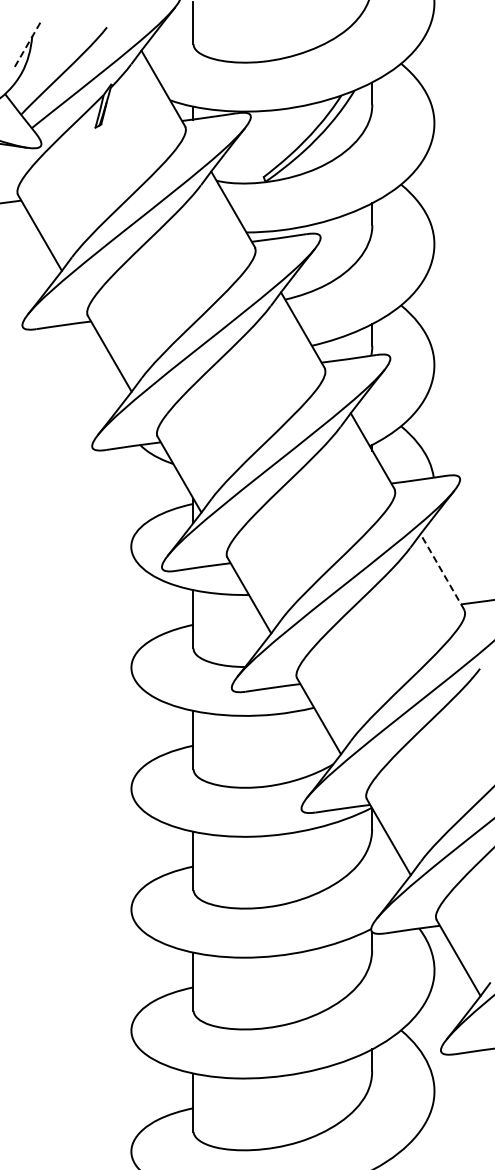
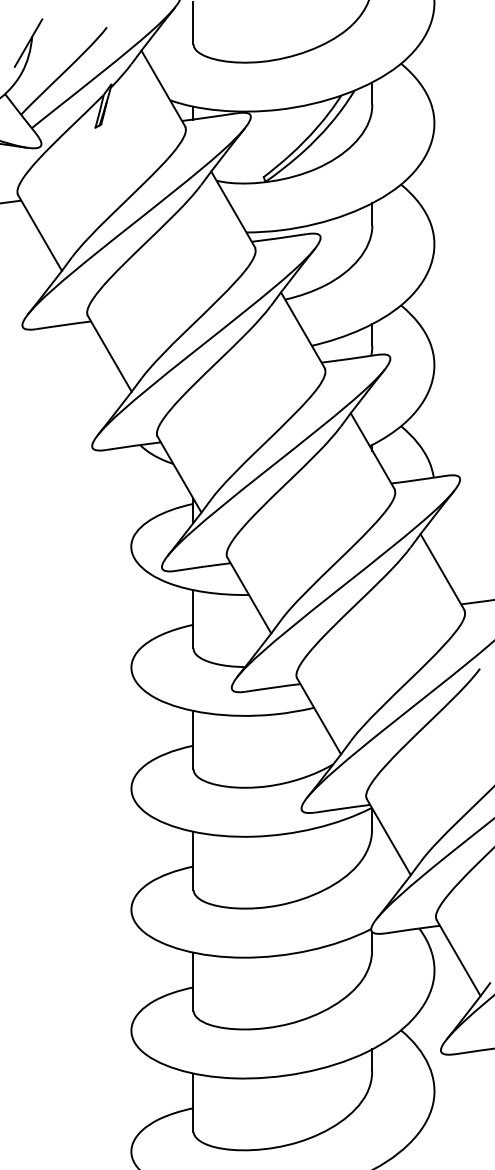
line at (28, 42): dashed -> solid
line at (442, 572): dashed -> solid
